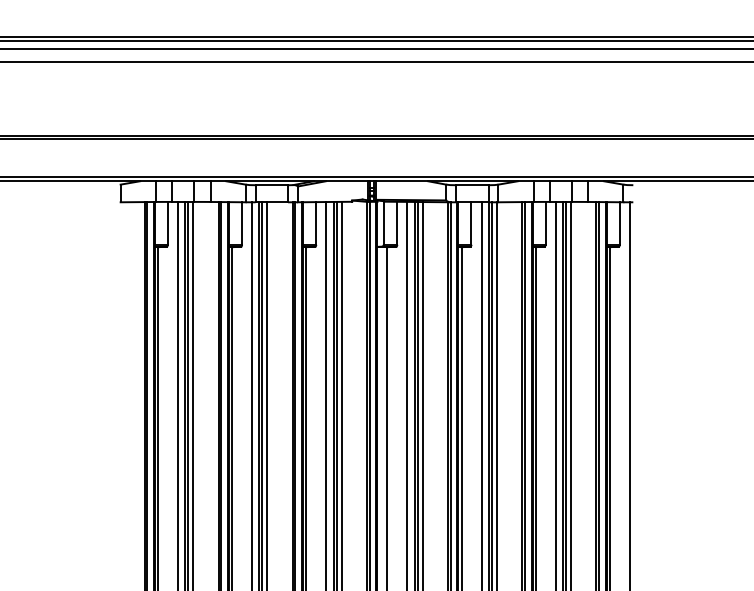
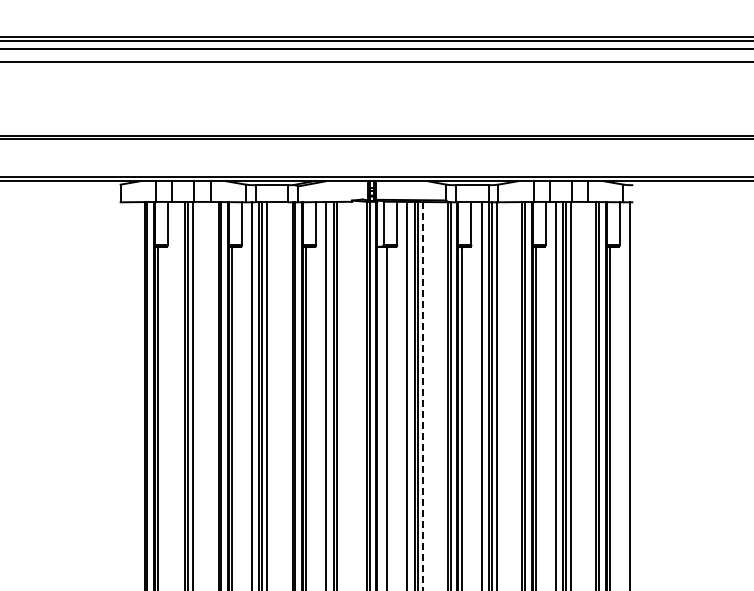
line at (177, 394): present -> none
line at (341, 394): present -> none
line at (422, 396): solid -> dashed
